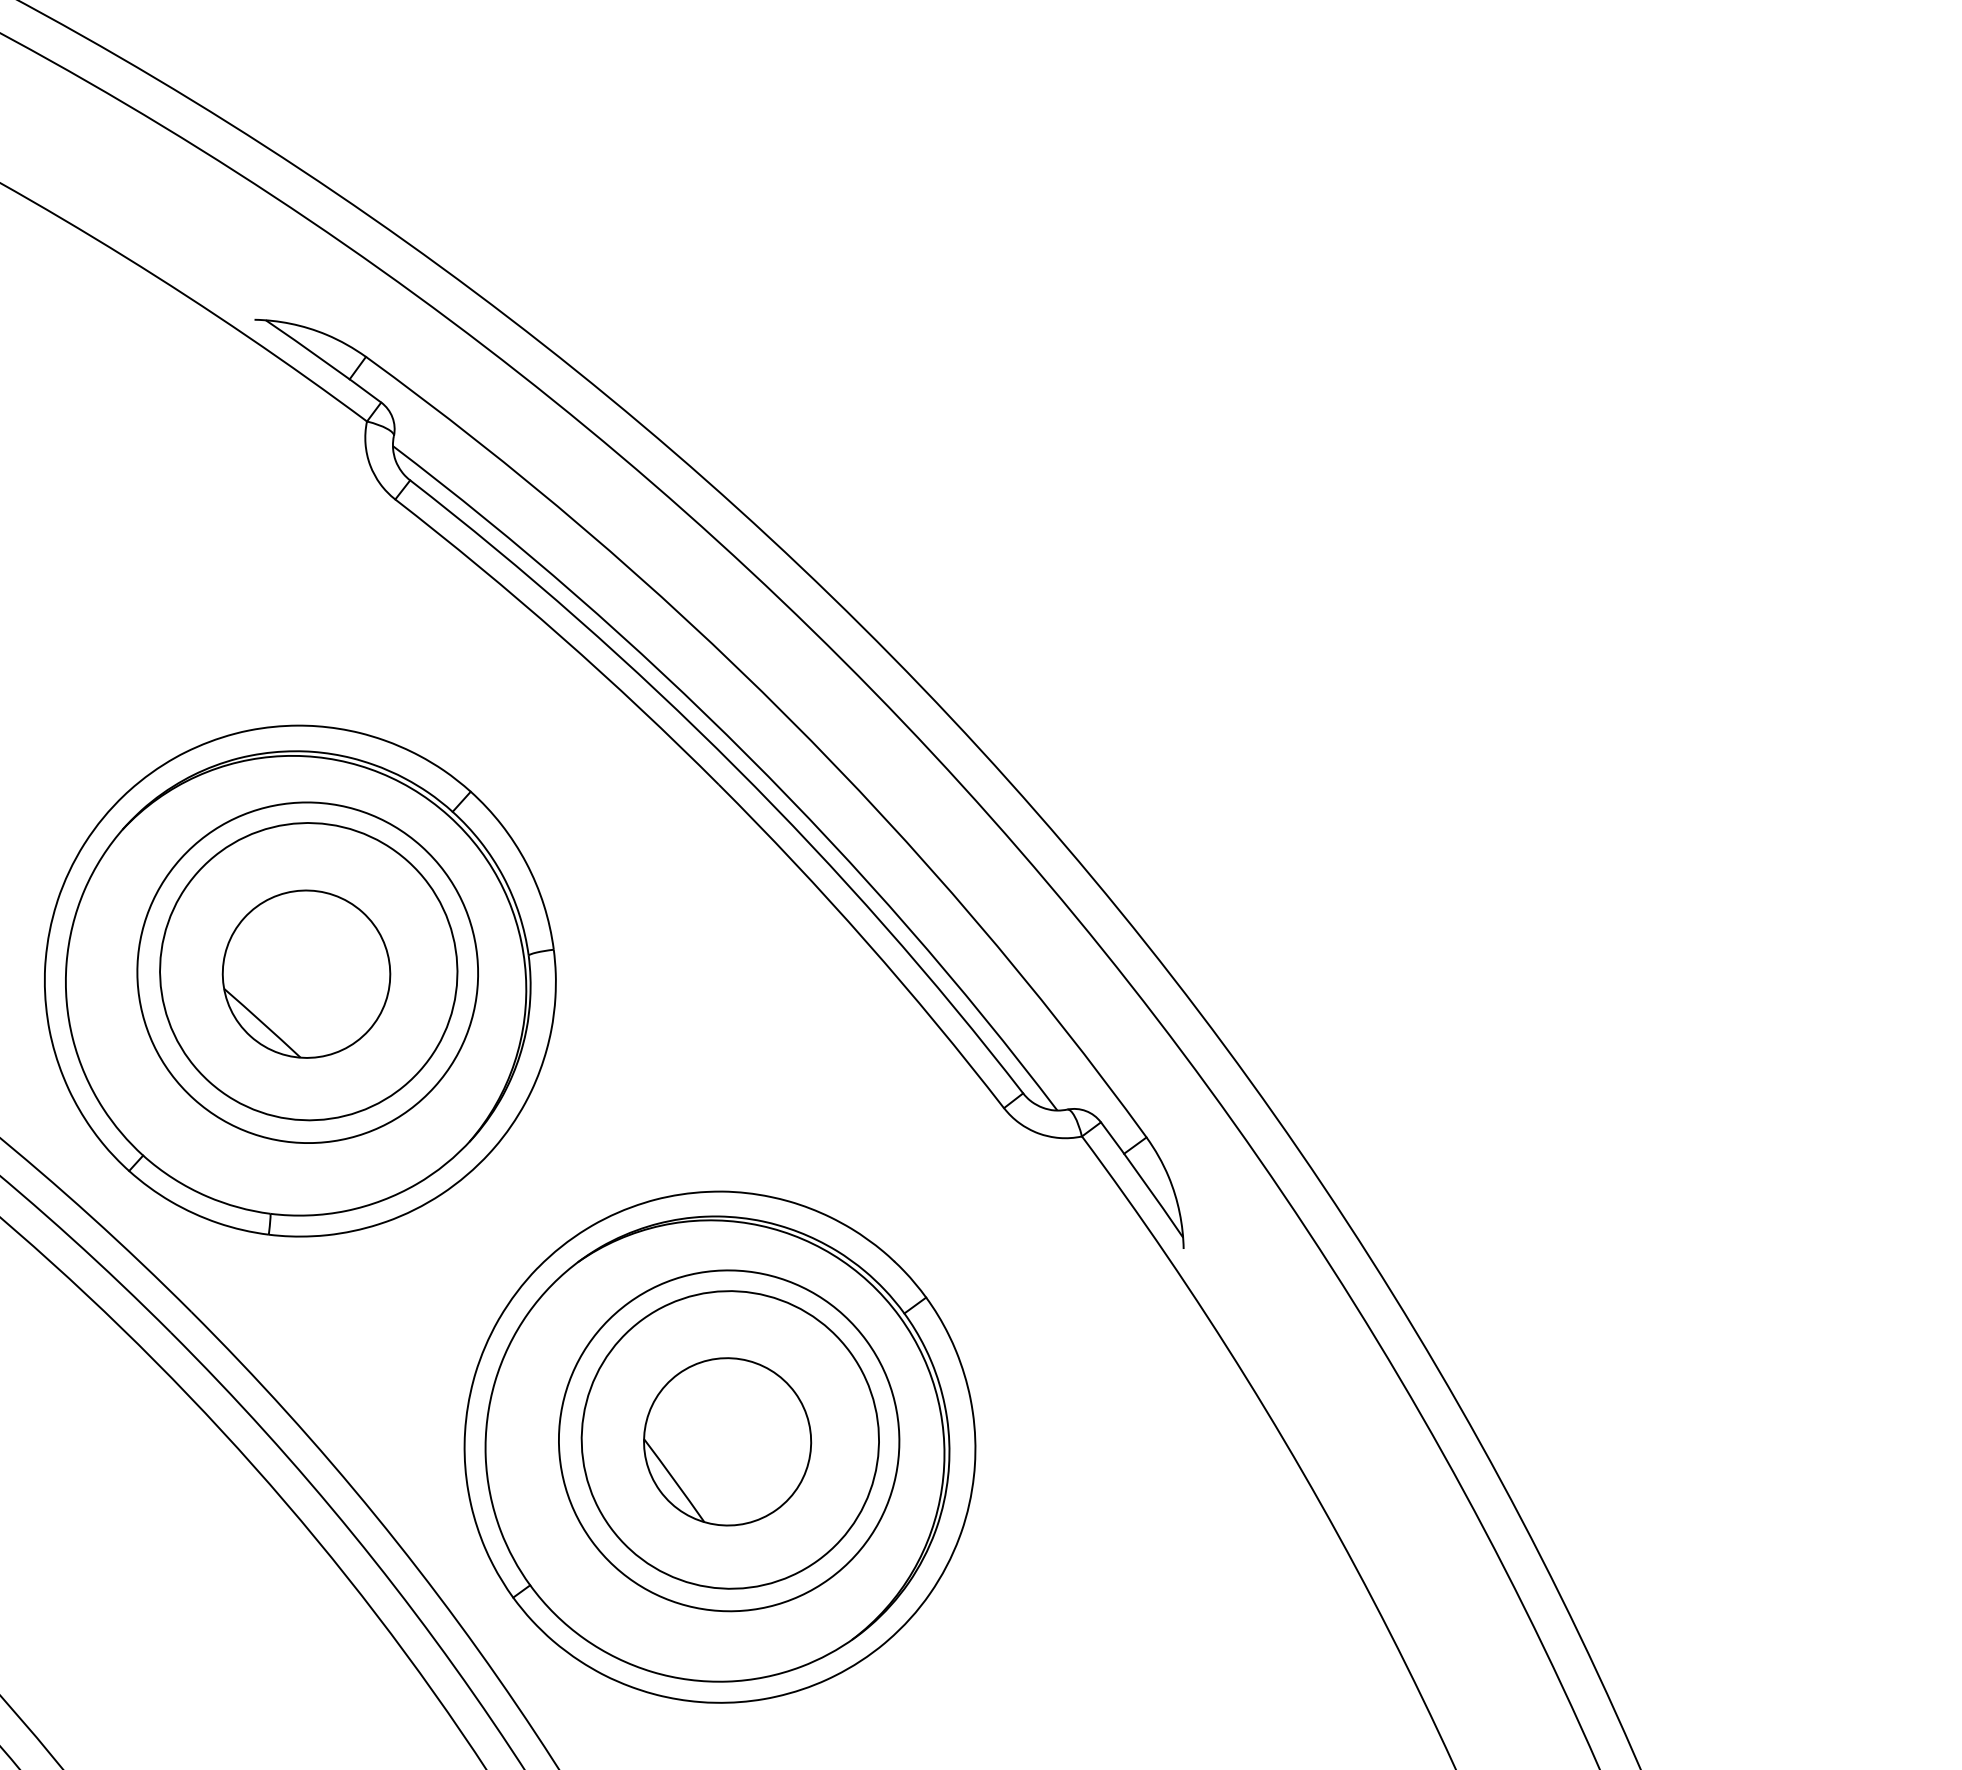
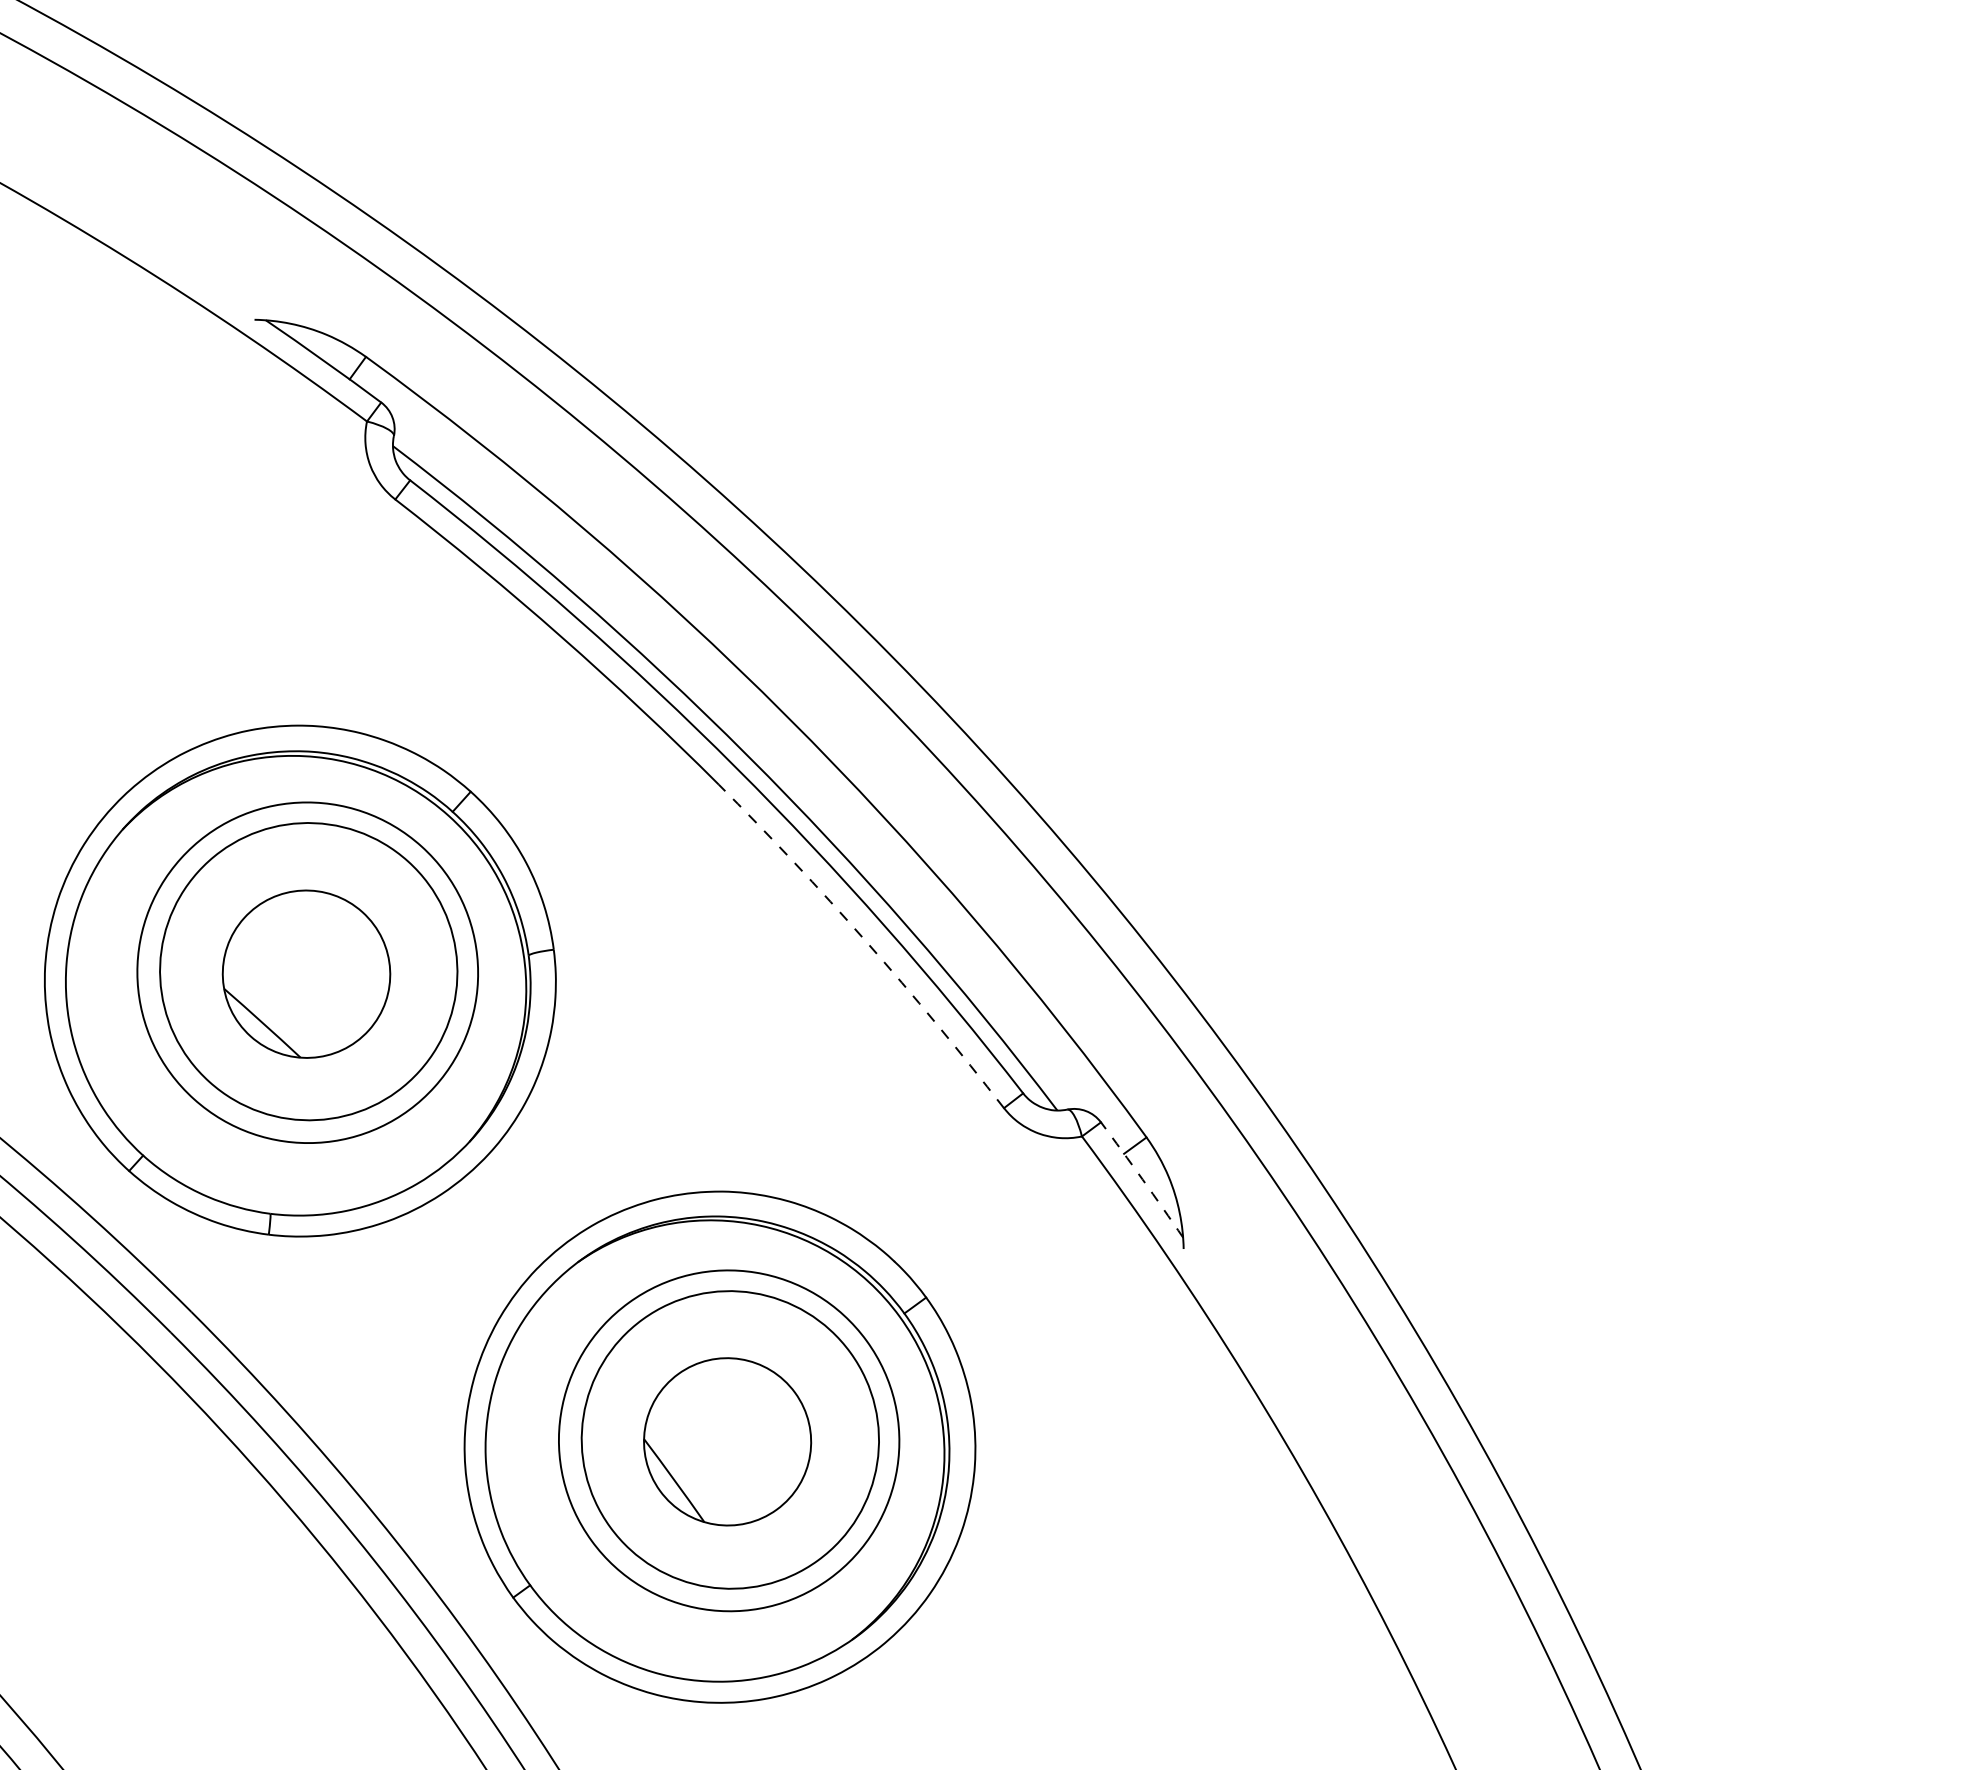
arc at (866, 941): solid -> dashed
arc at (1142, 1179): solid -> dashed
